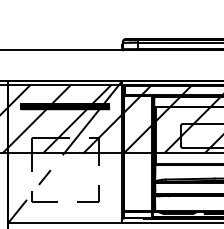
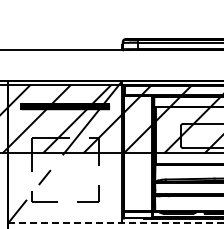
line at (115, 223): solid -> dashed
